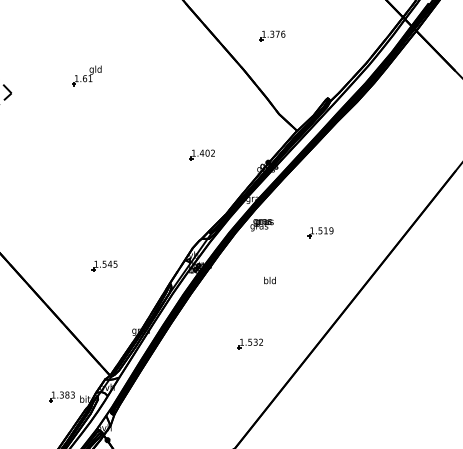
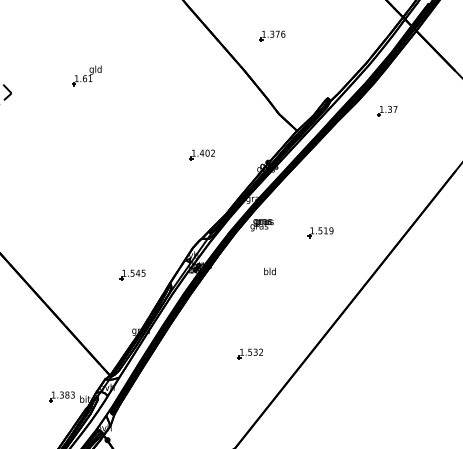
part at (387, 110): none -> present
part at (104, 265) position: (104, 265) -> (132, 274)
text at (269, 280) position: (269, 280) -> (269, 271)
part at (249, 343) position: (249, 343) -> (249, 353)
